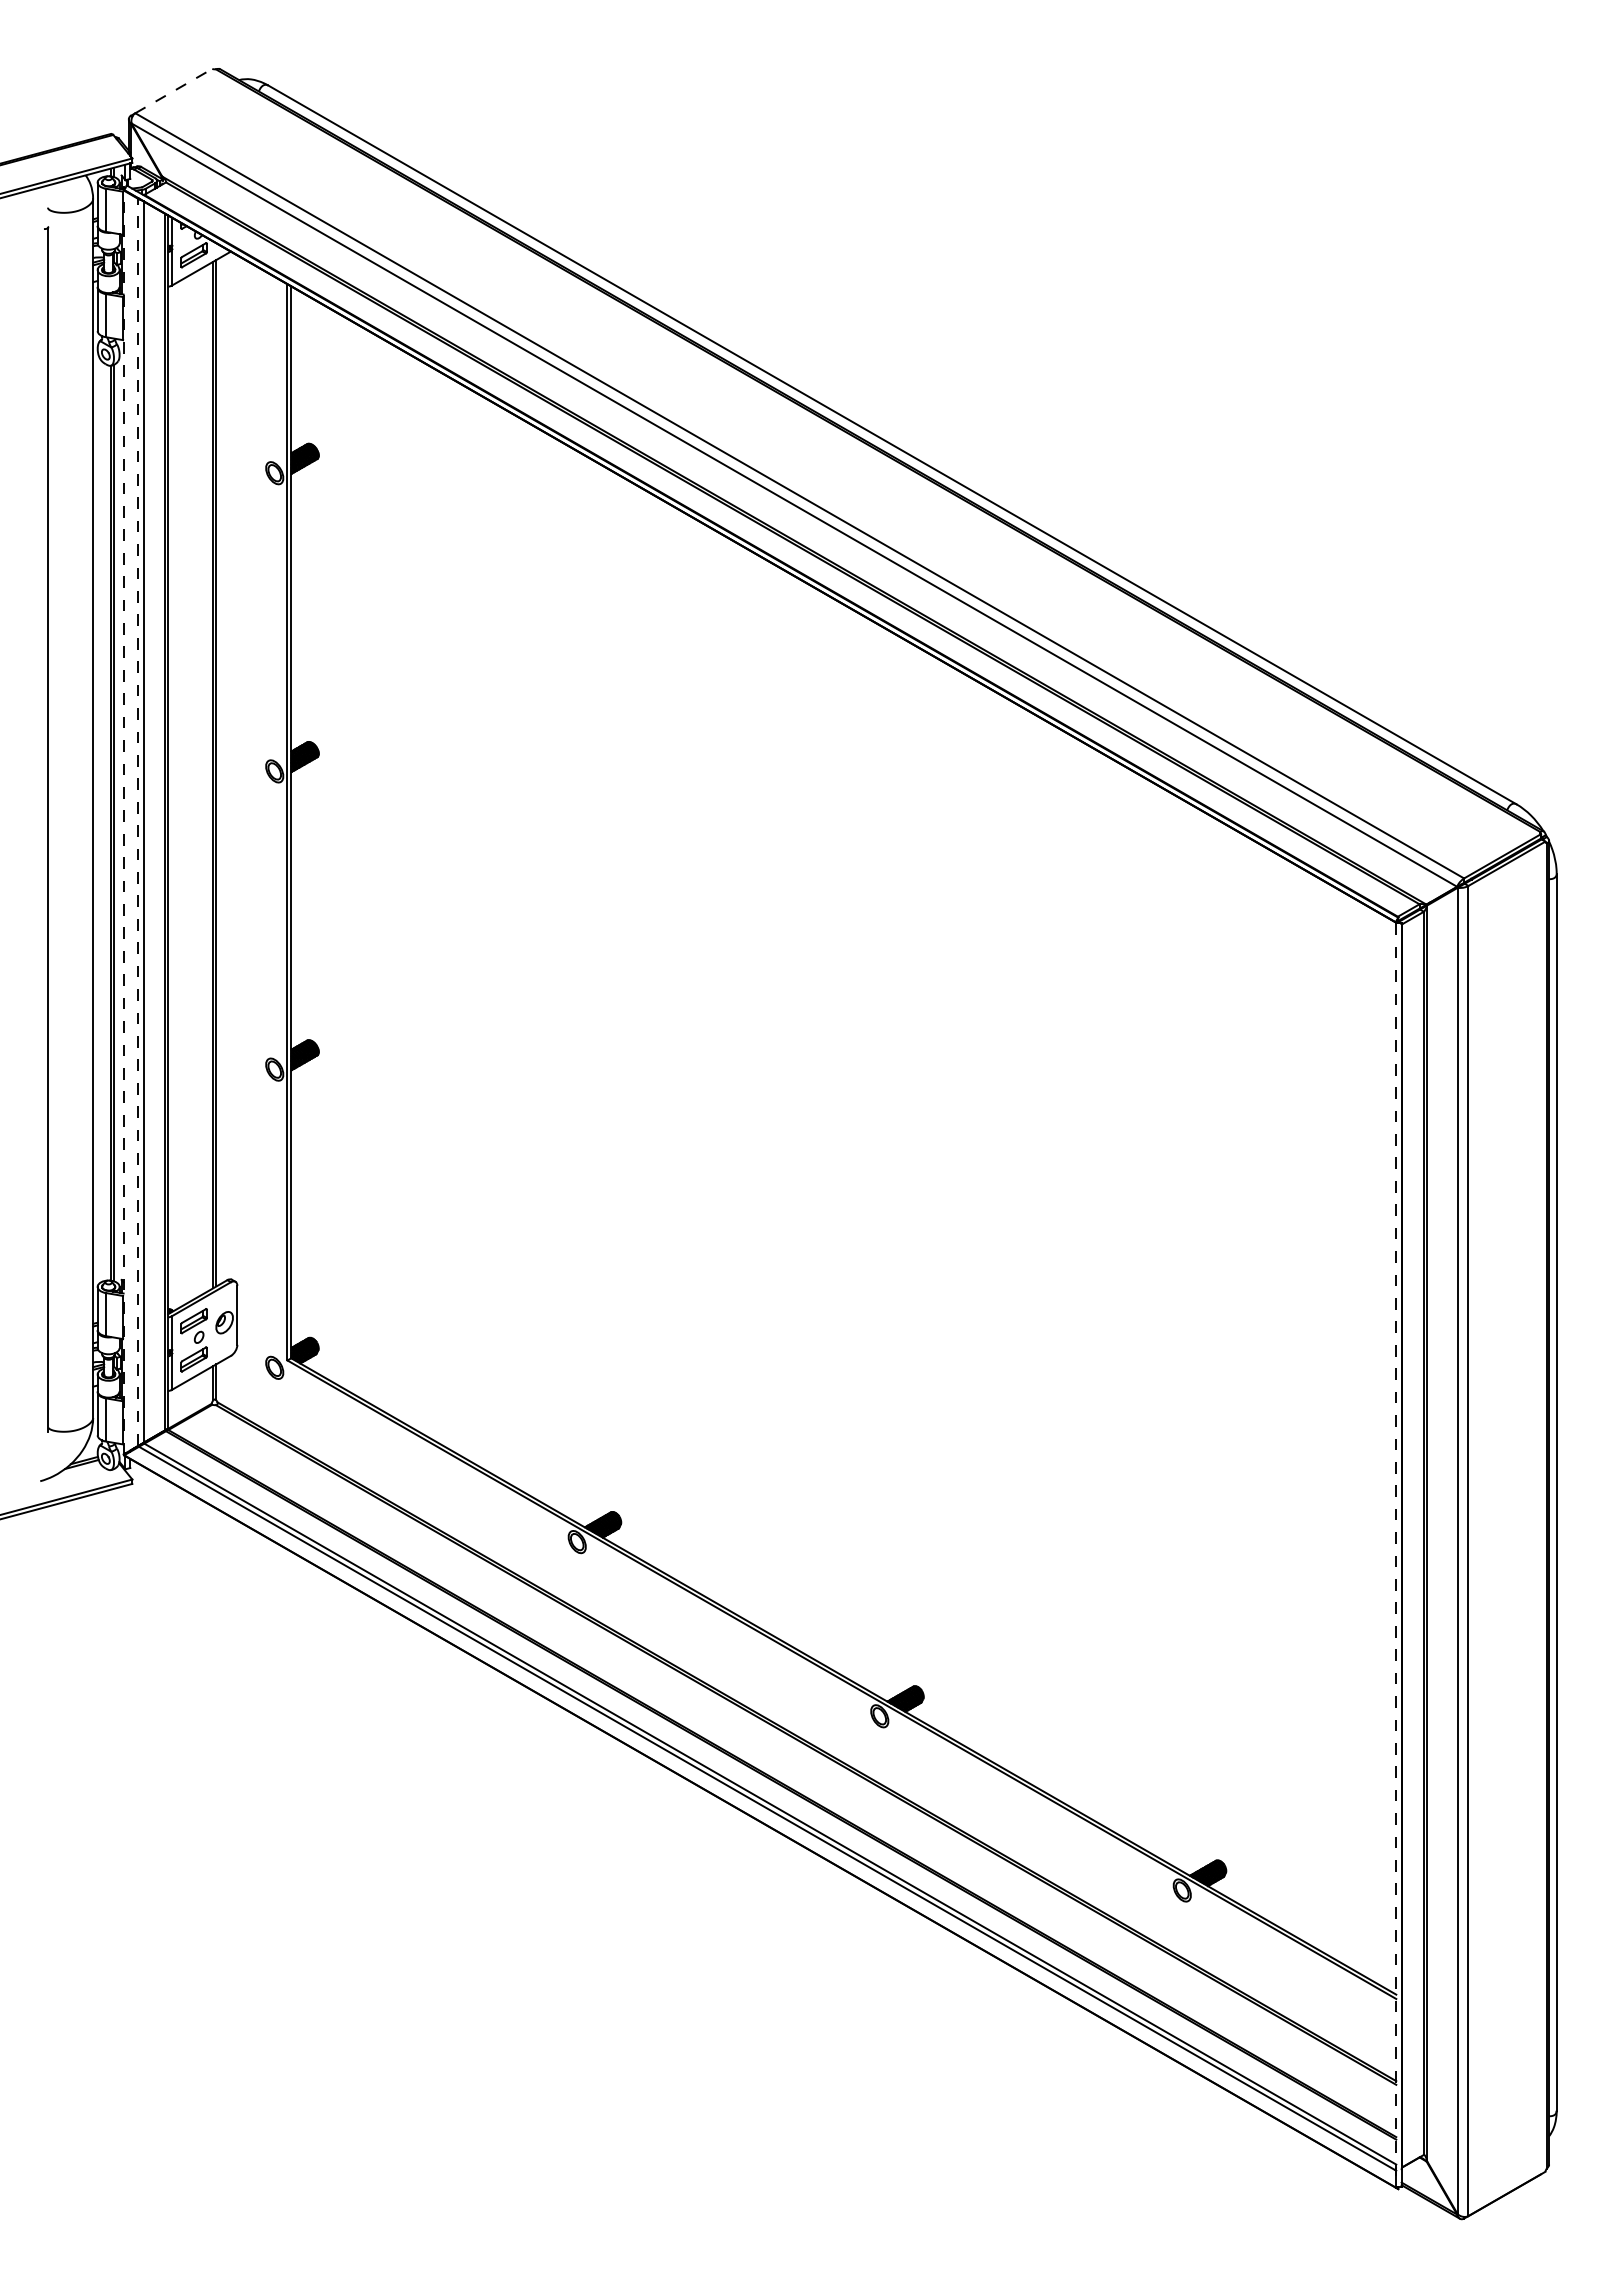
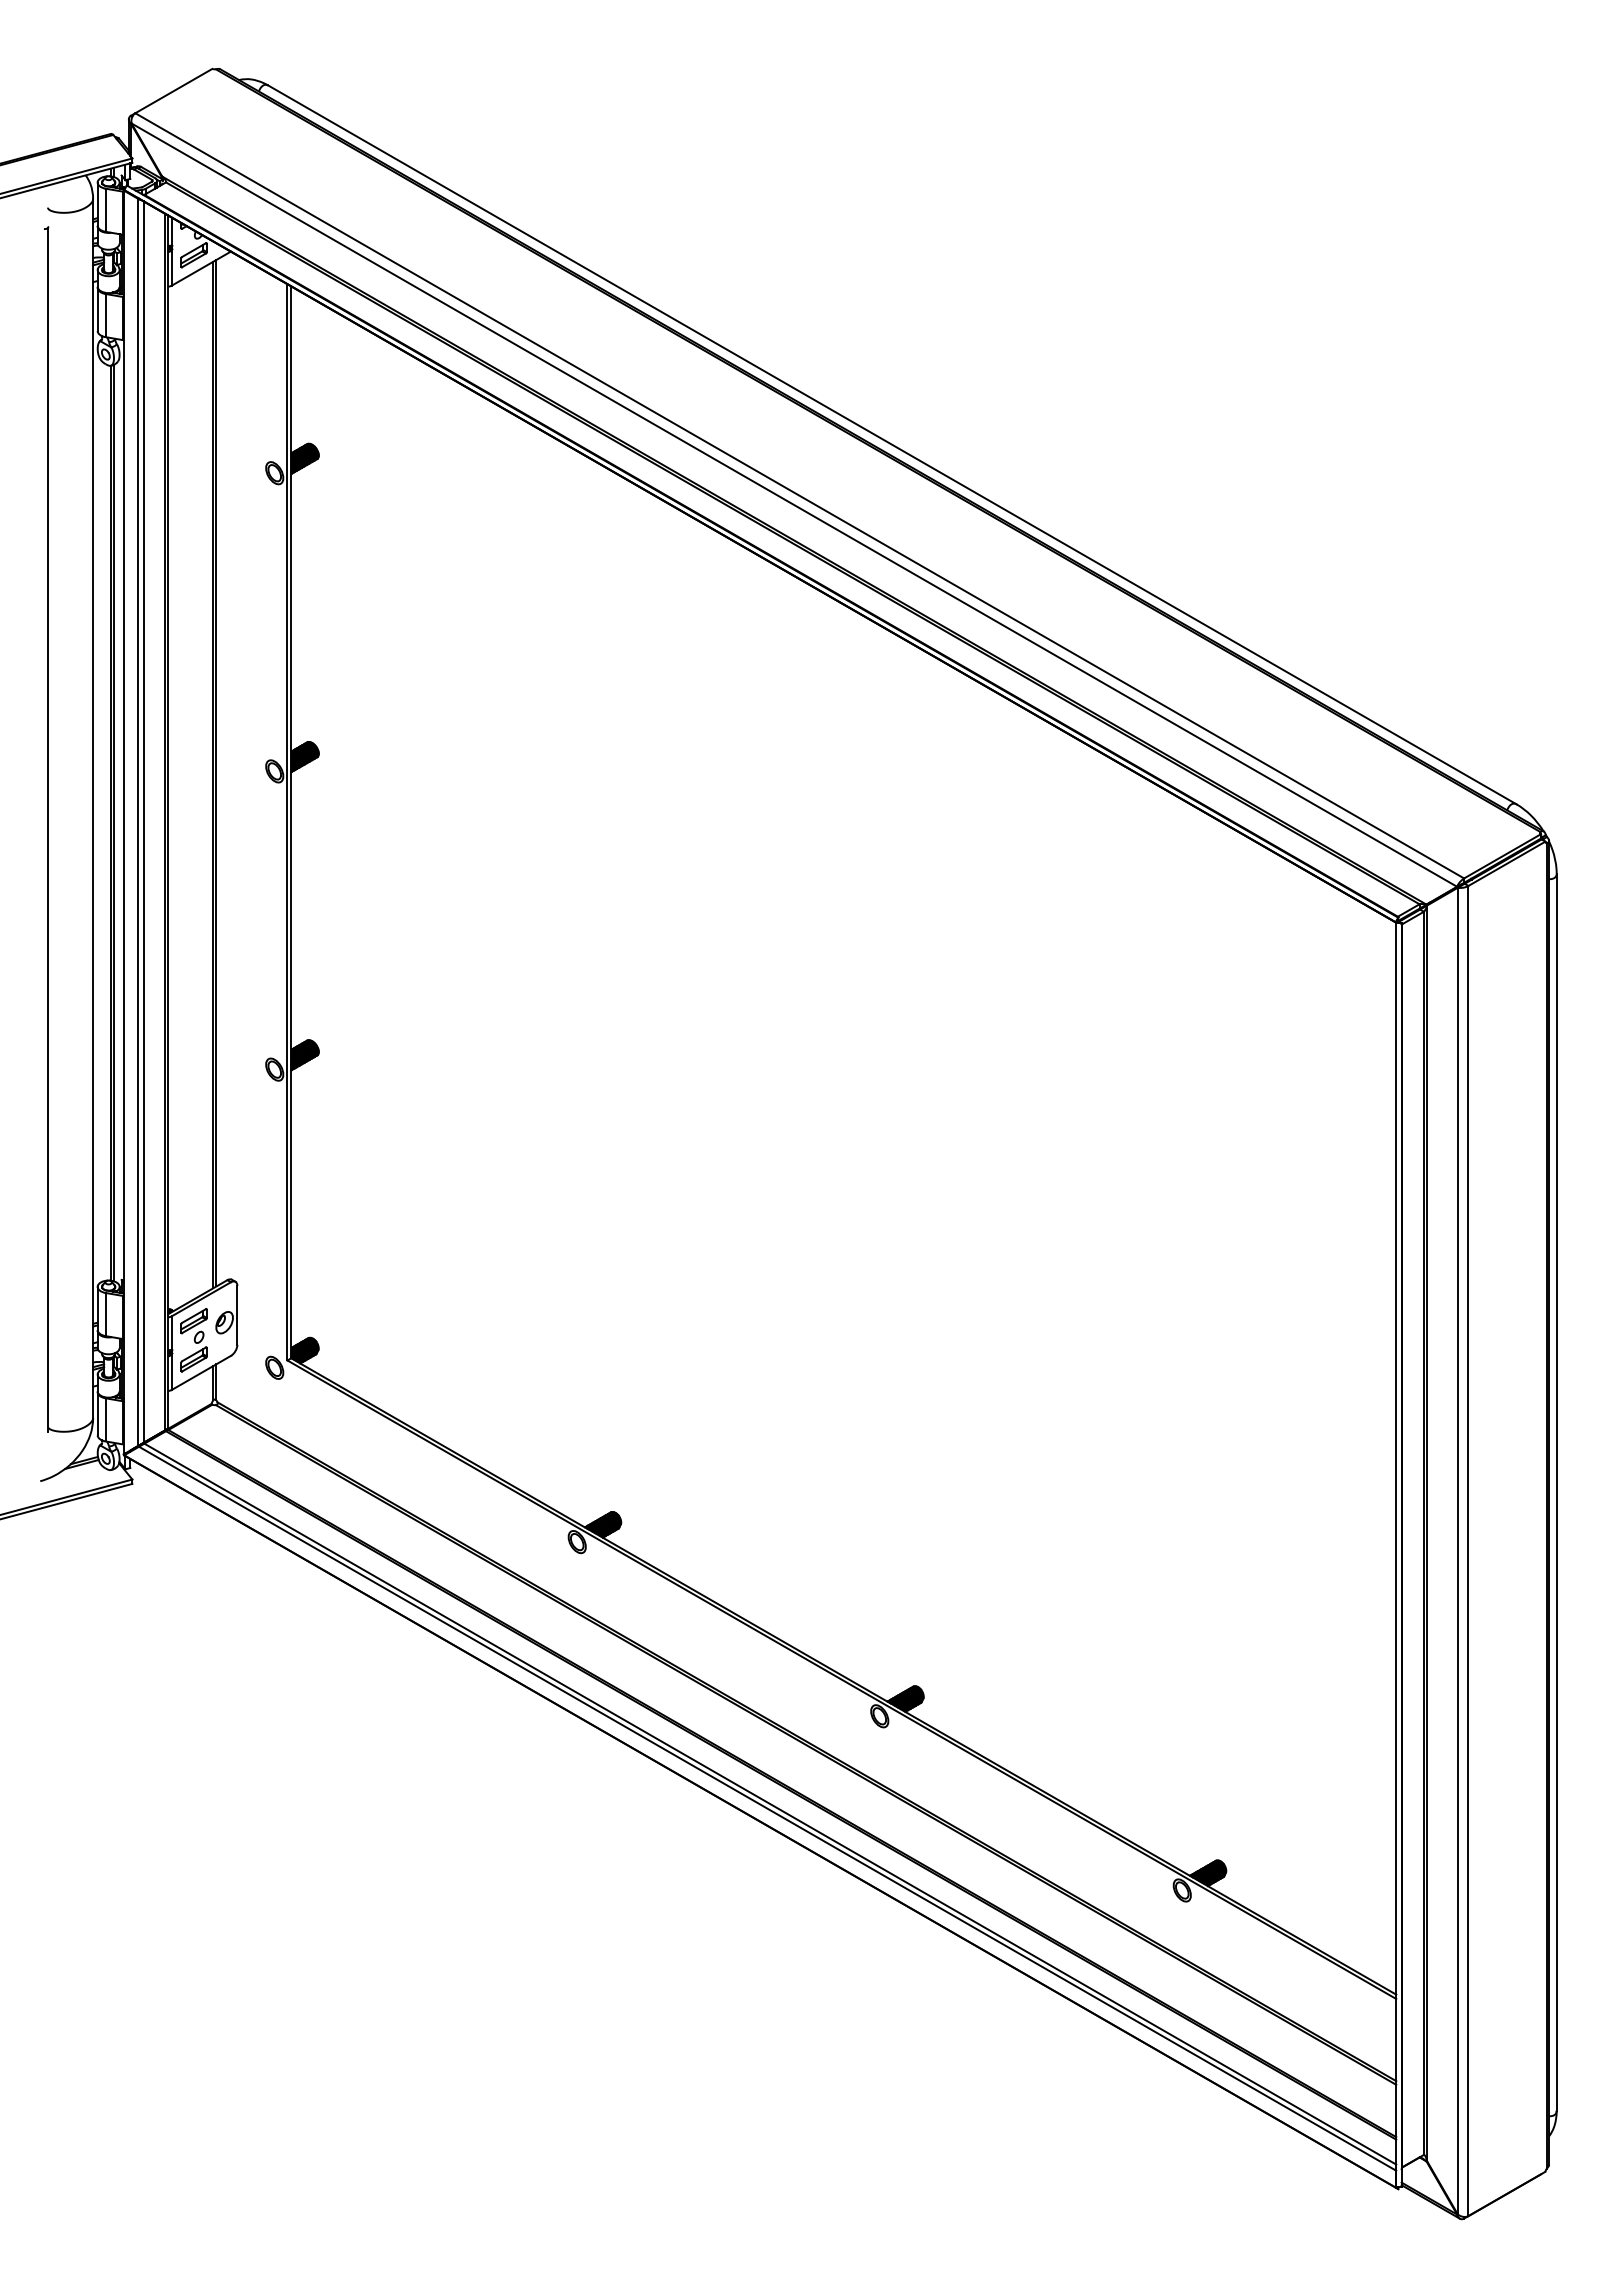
line at (174, 90): dashed -> solid
line at (138, 821): dashed -> solid
line at (123, 822): dashed -> solid
line at (1396, 1555): dashed -> solid
